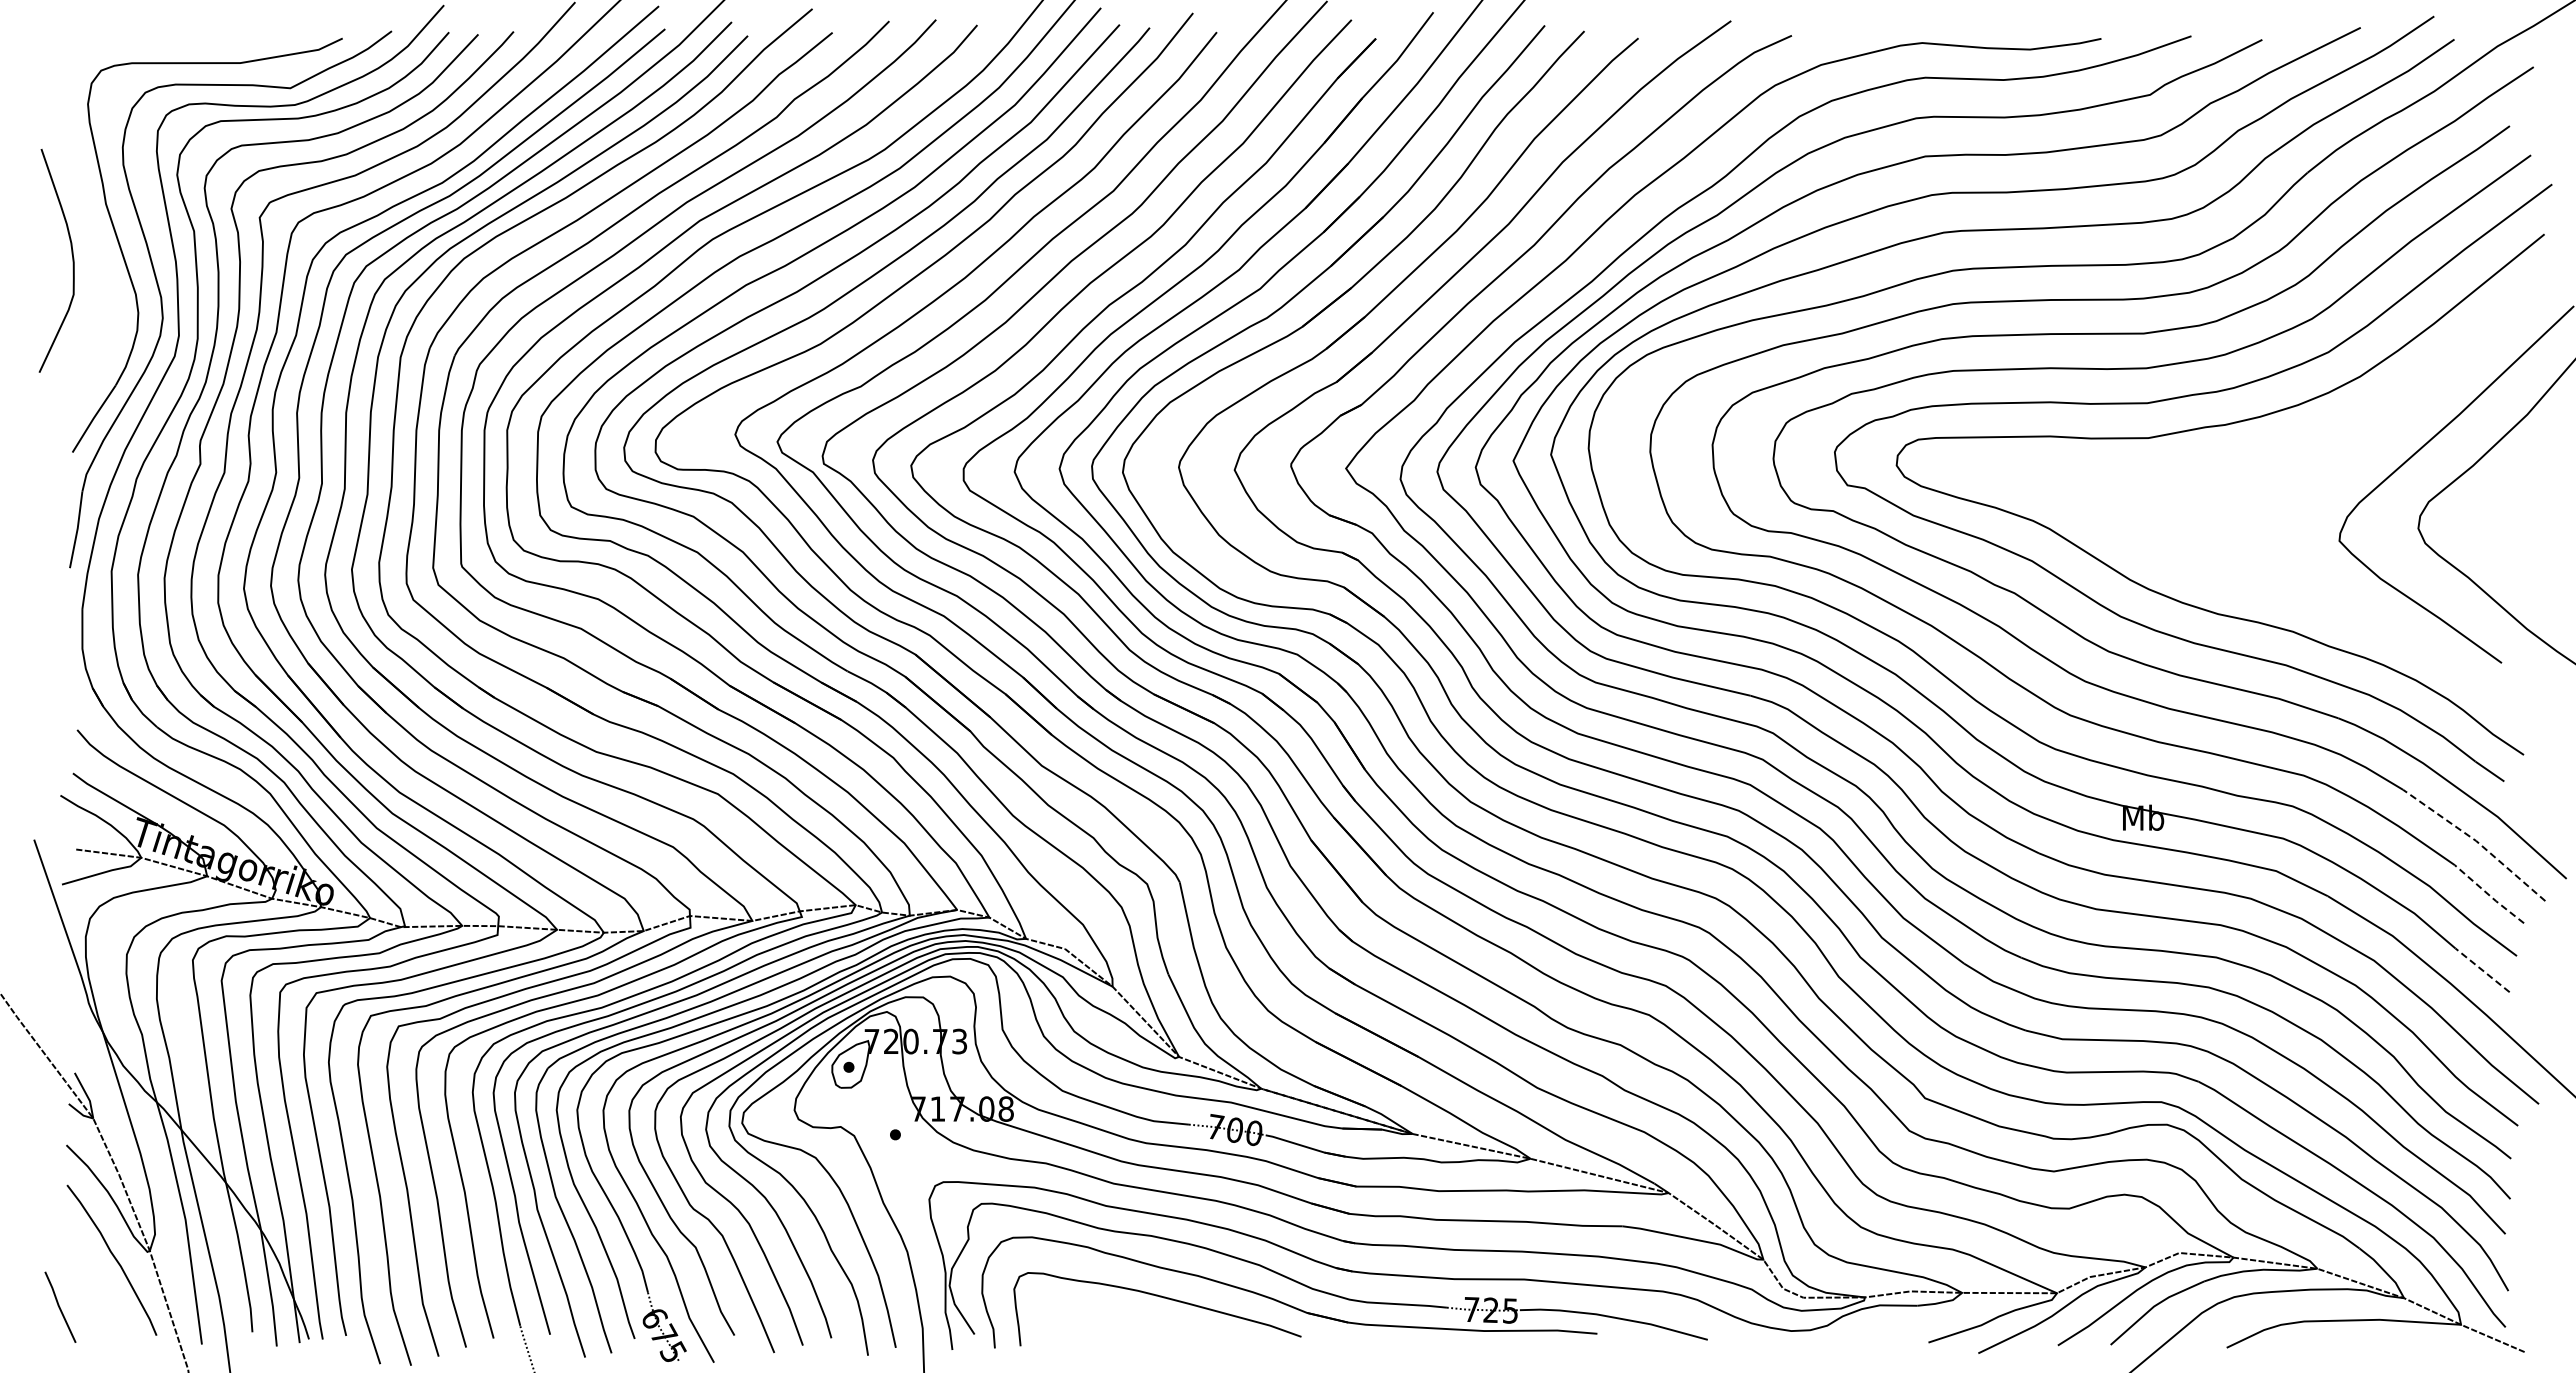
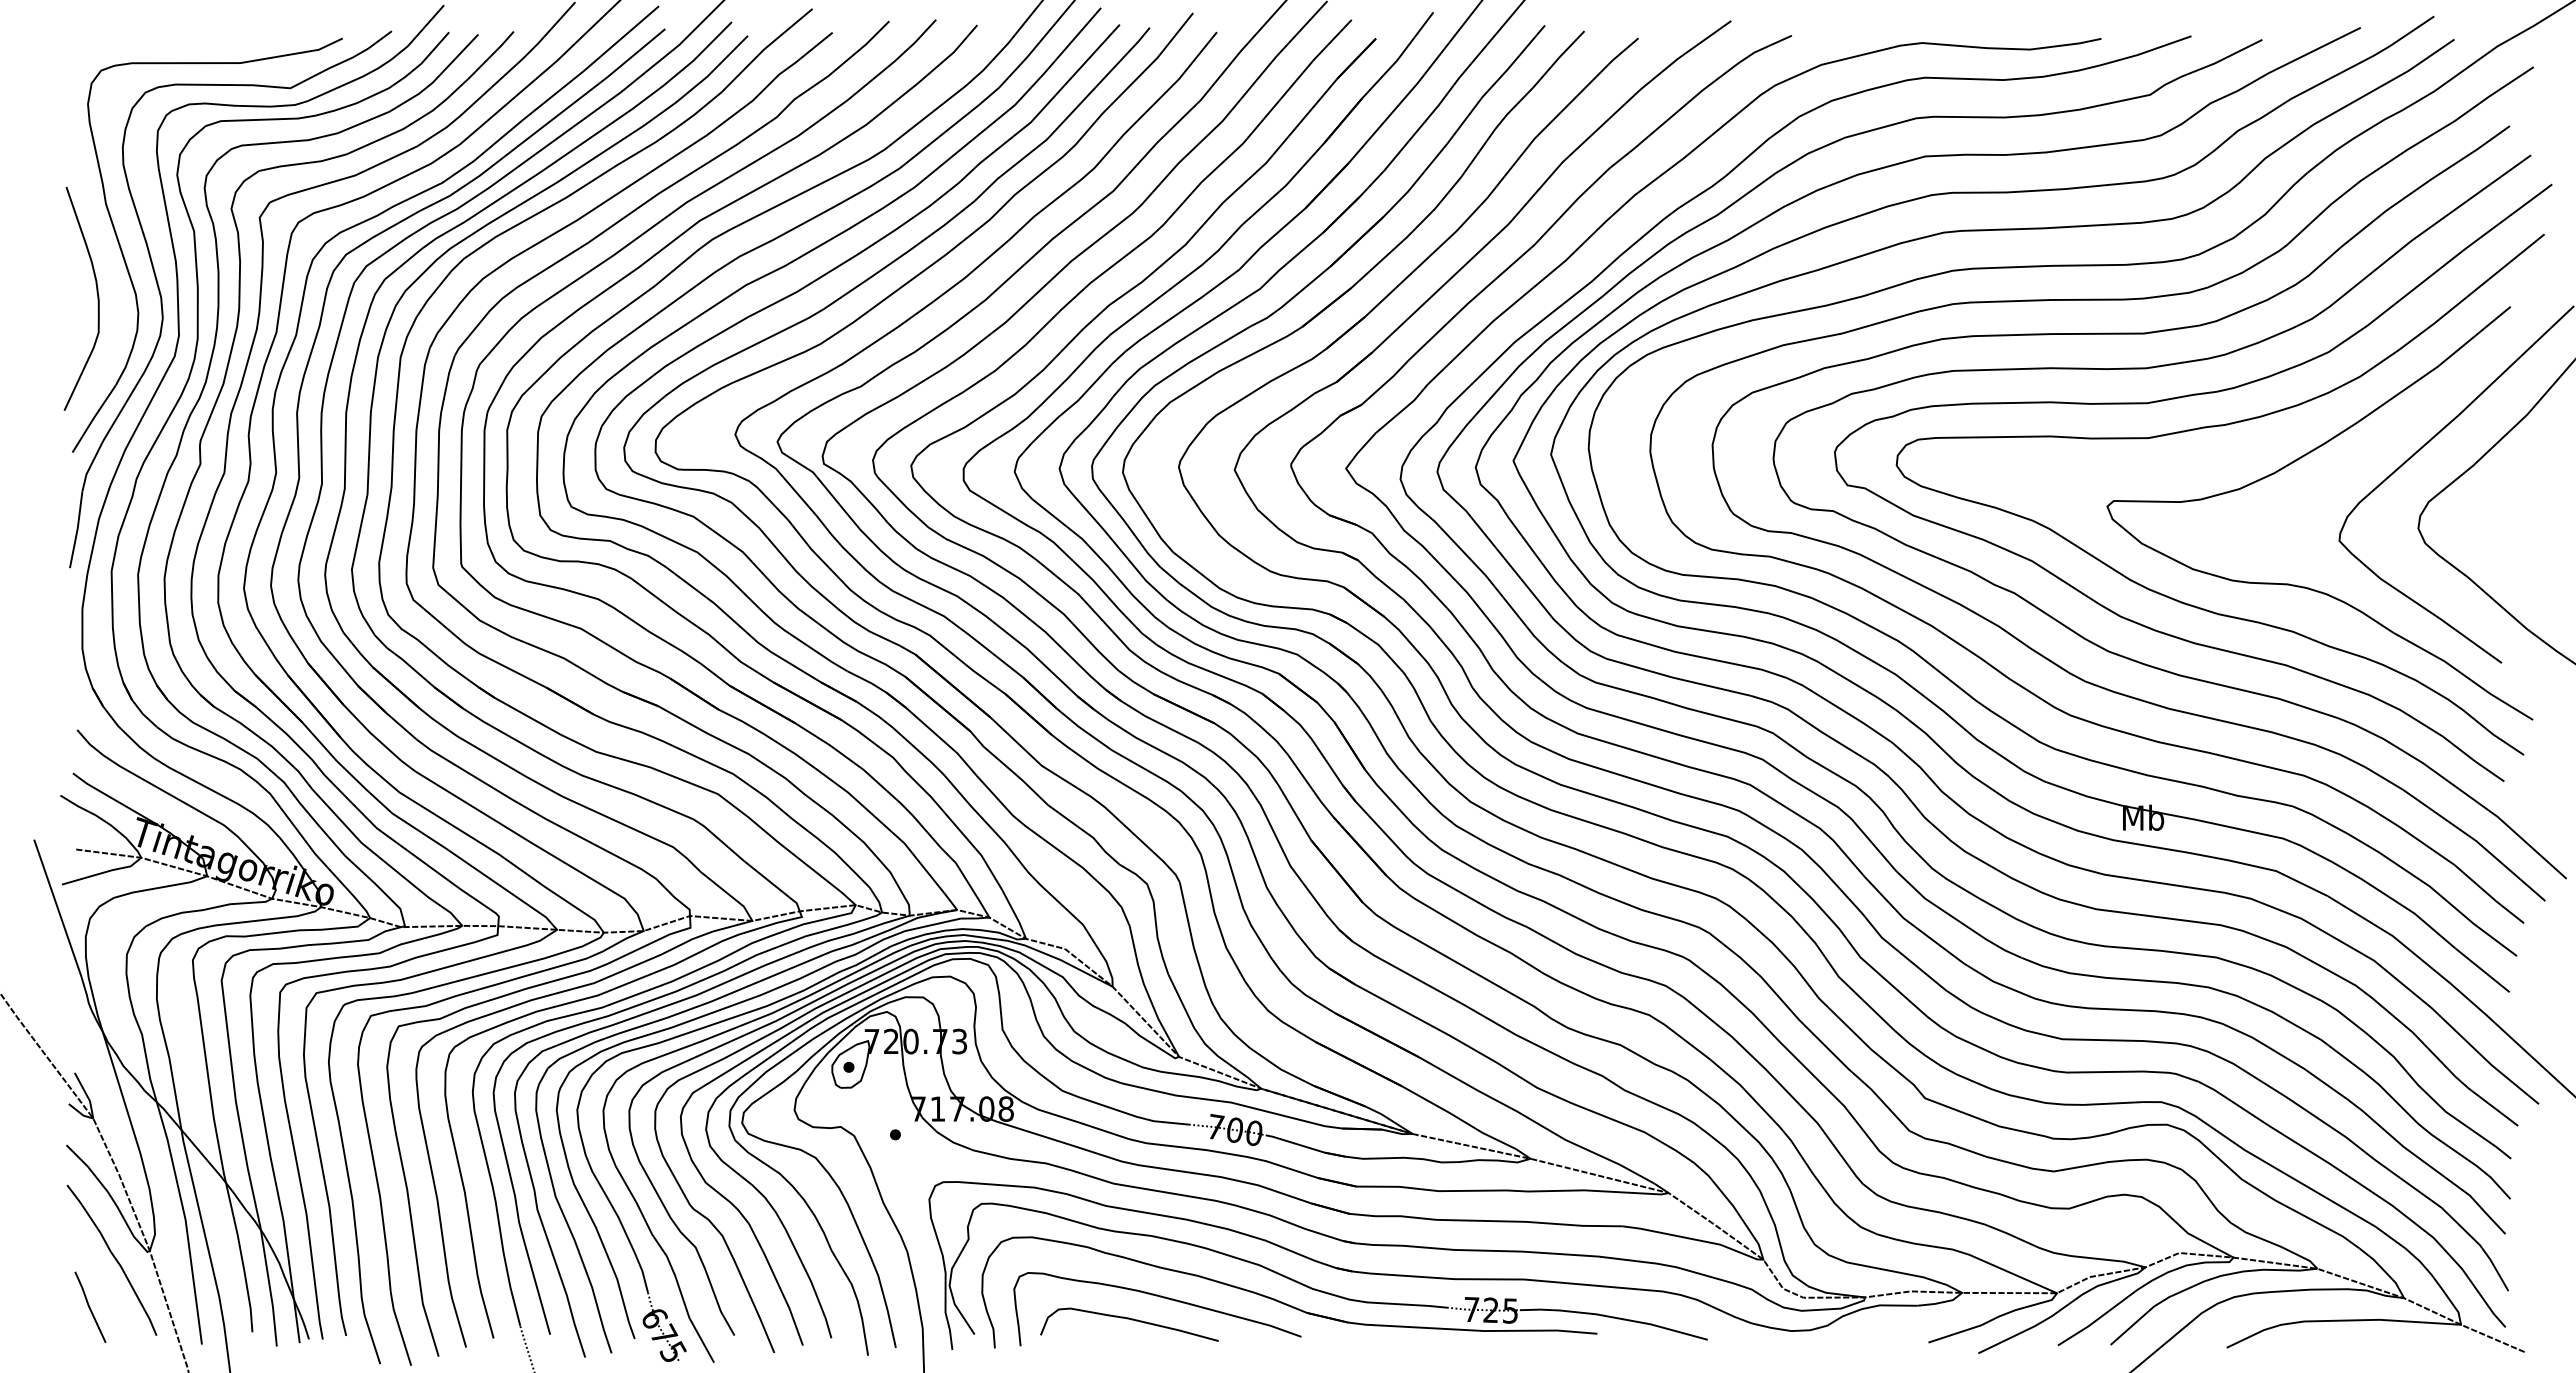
curve at (72, 260) position: (72, 260) -> (97, 298)
part at (2291, 464): none -> present
line at (2476, 841): dashed -> solid
line at (2489, 895): dashed -> solid
line at (2482, 970): dashed -> solid
line at (60, 1306) position: (60, 1306) -> (90, 1306)
curve at (1131, 1320): none -> present
